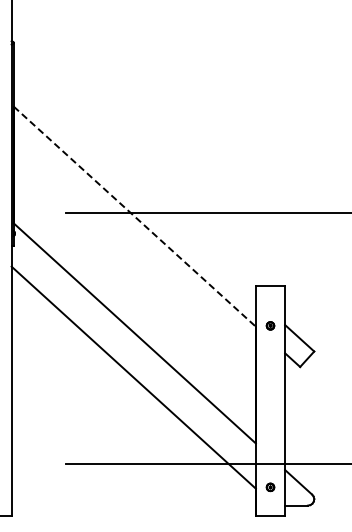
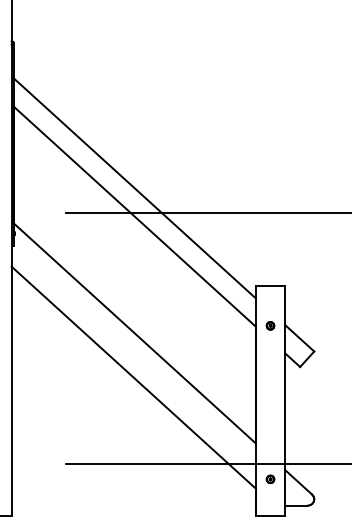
line at (134, 188): none -> present
line at (134, 216): dashed -> solid
part at (270, 487) position: (270, 487) -> (270, 479)
